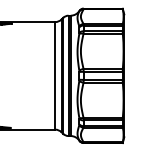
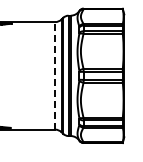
line at (55, 75): solid -> dashed
